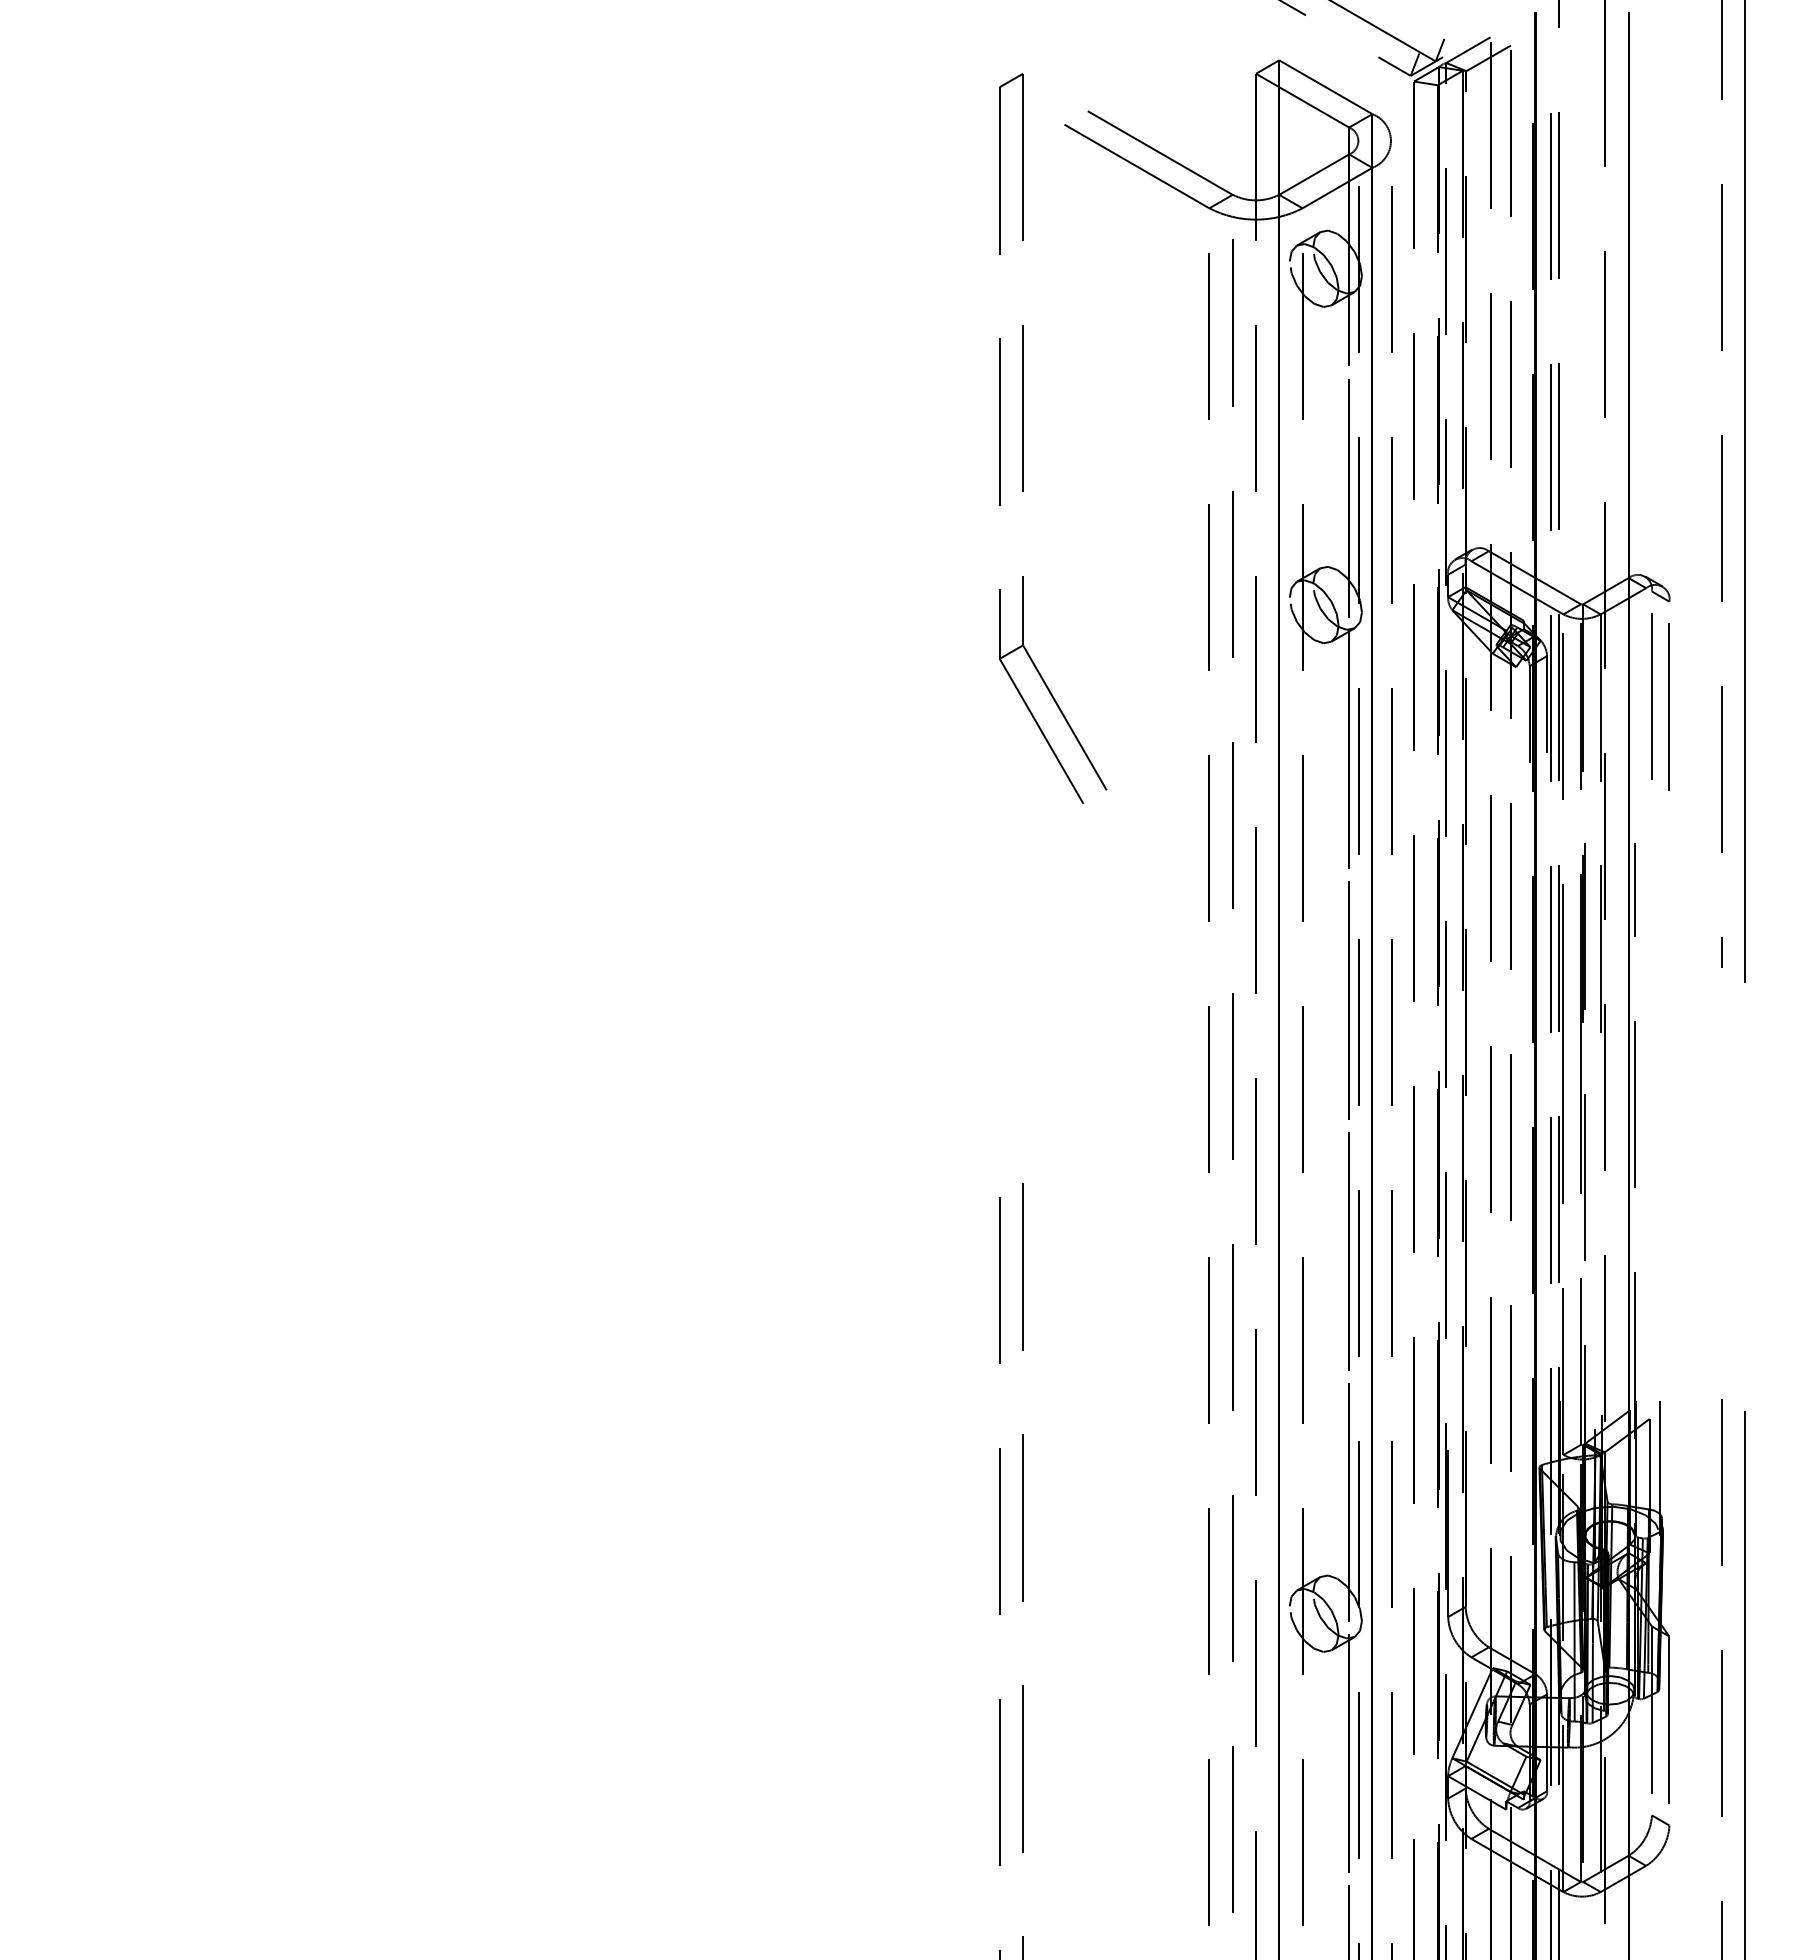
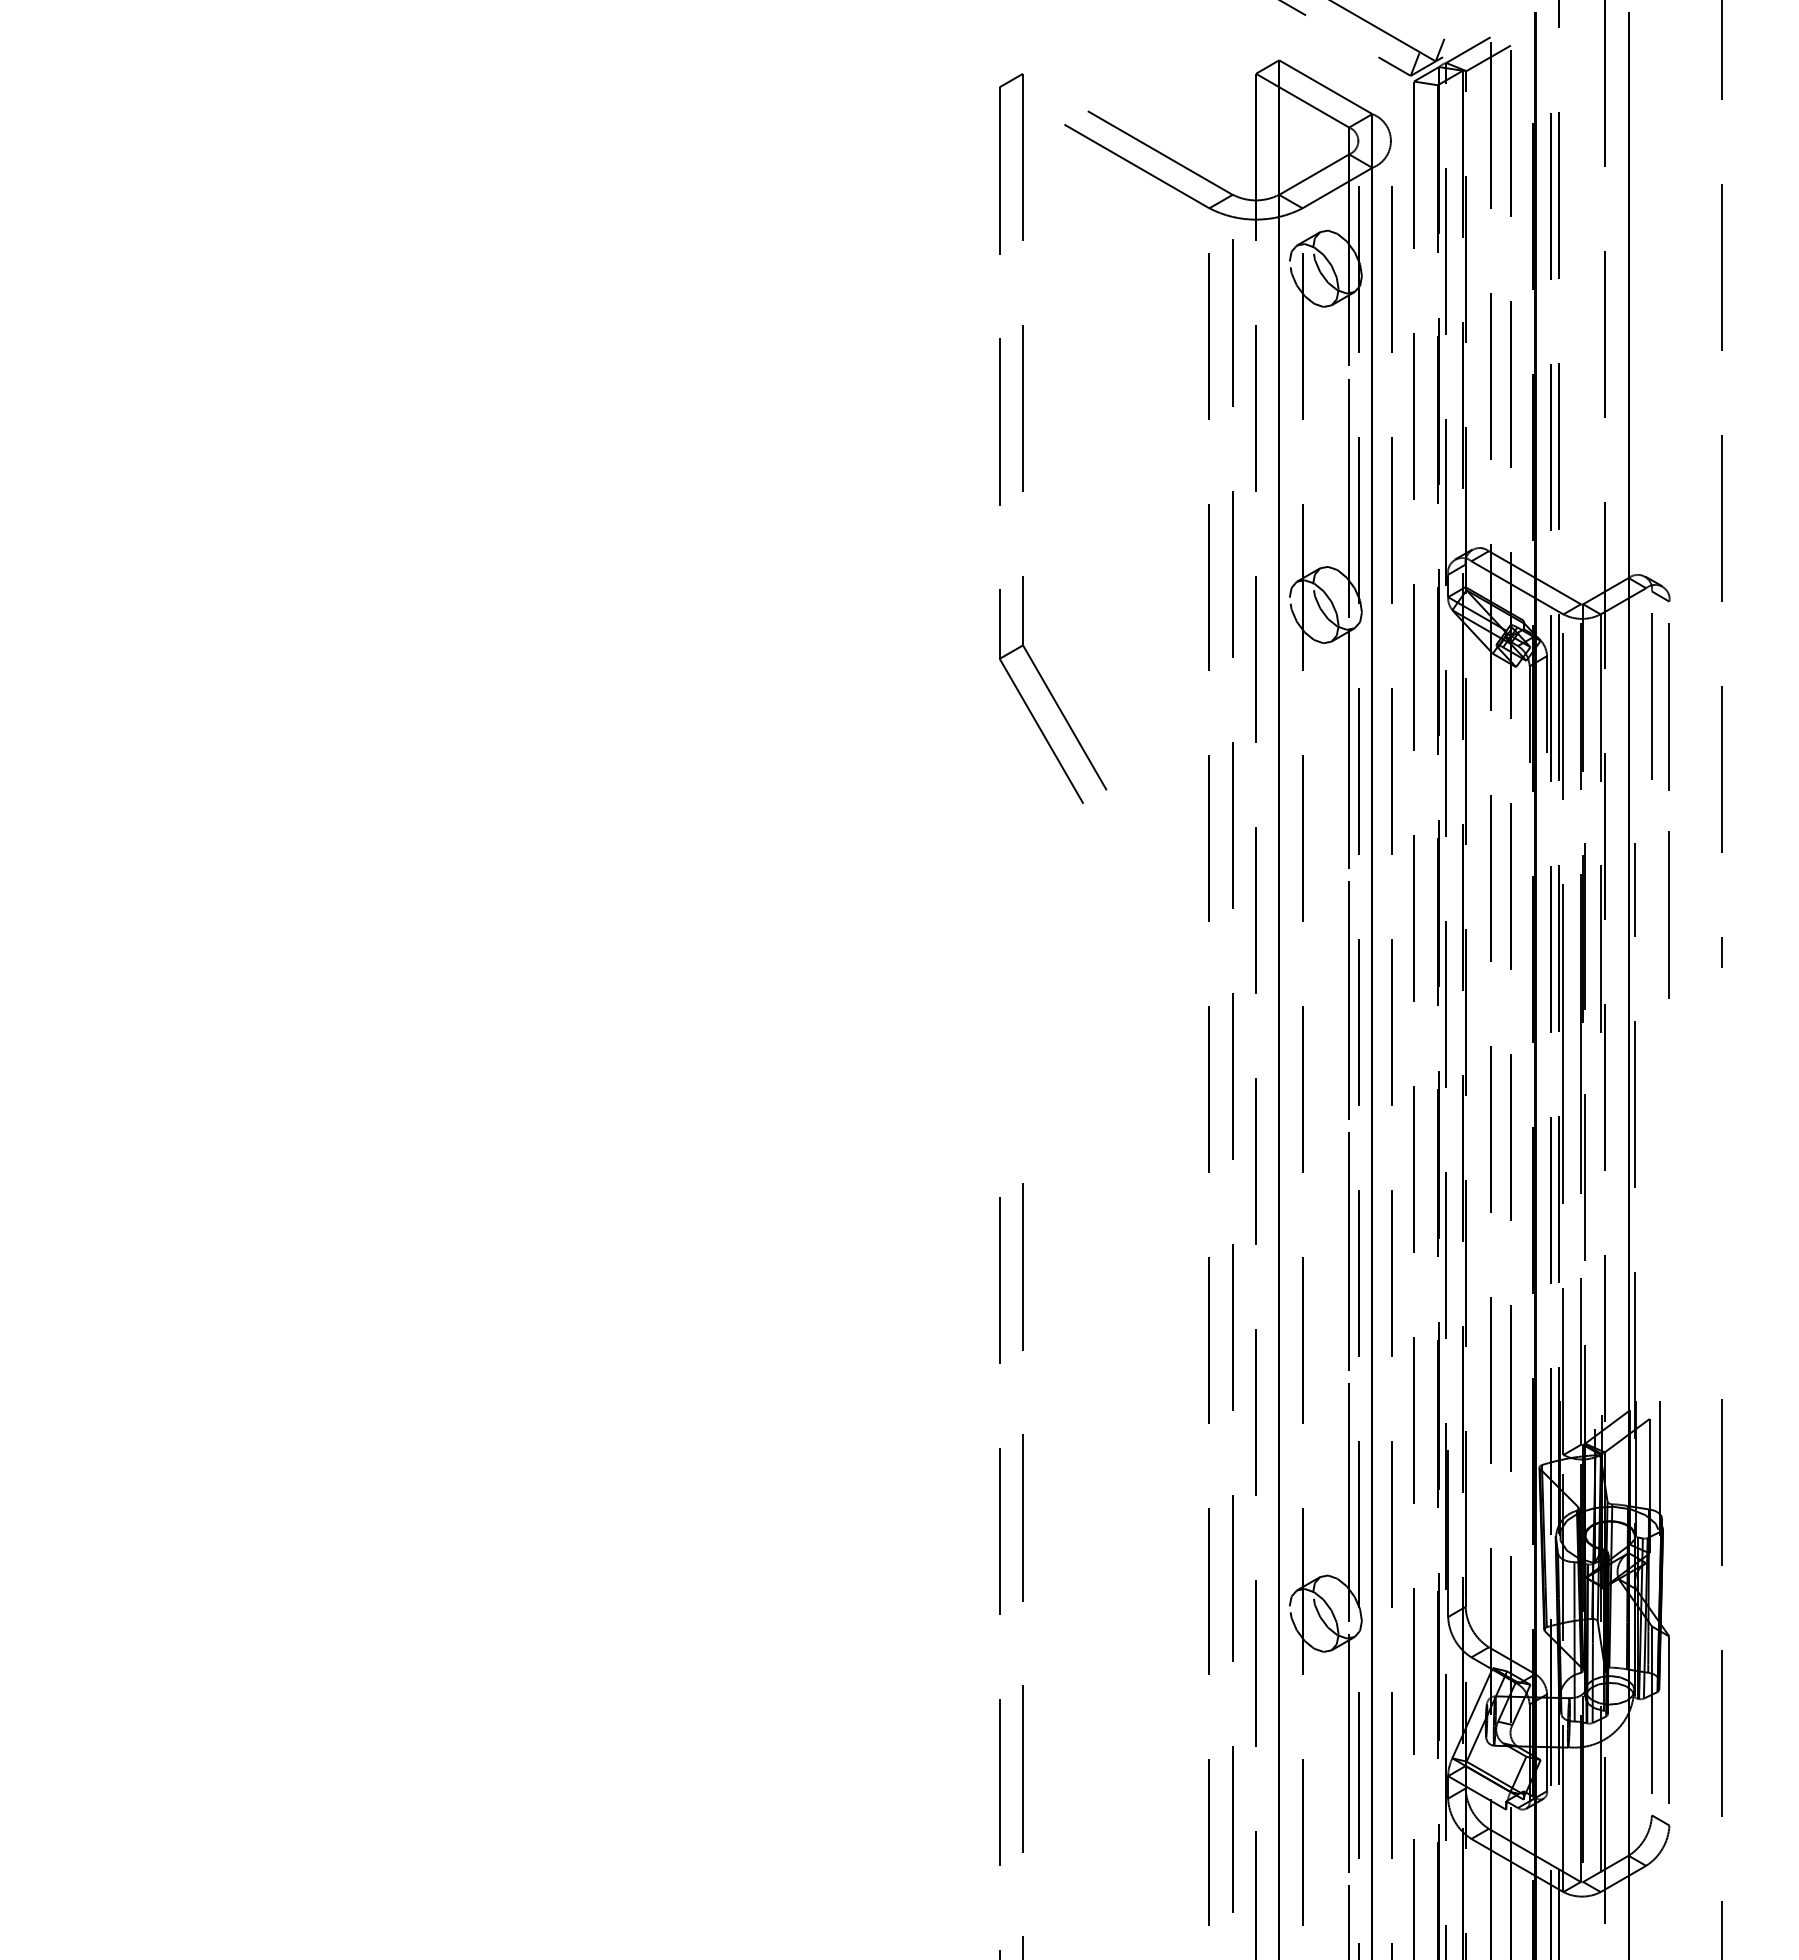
line at (1745, 491): present -> none
line at (1668, 914): none -> present
line at (1745, 1683): present -> none
